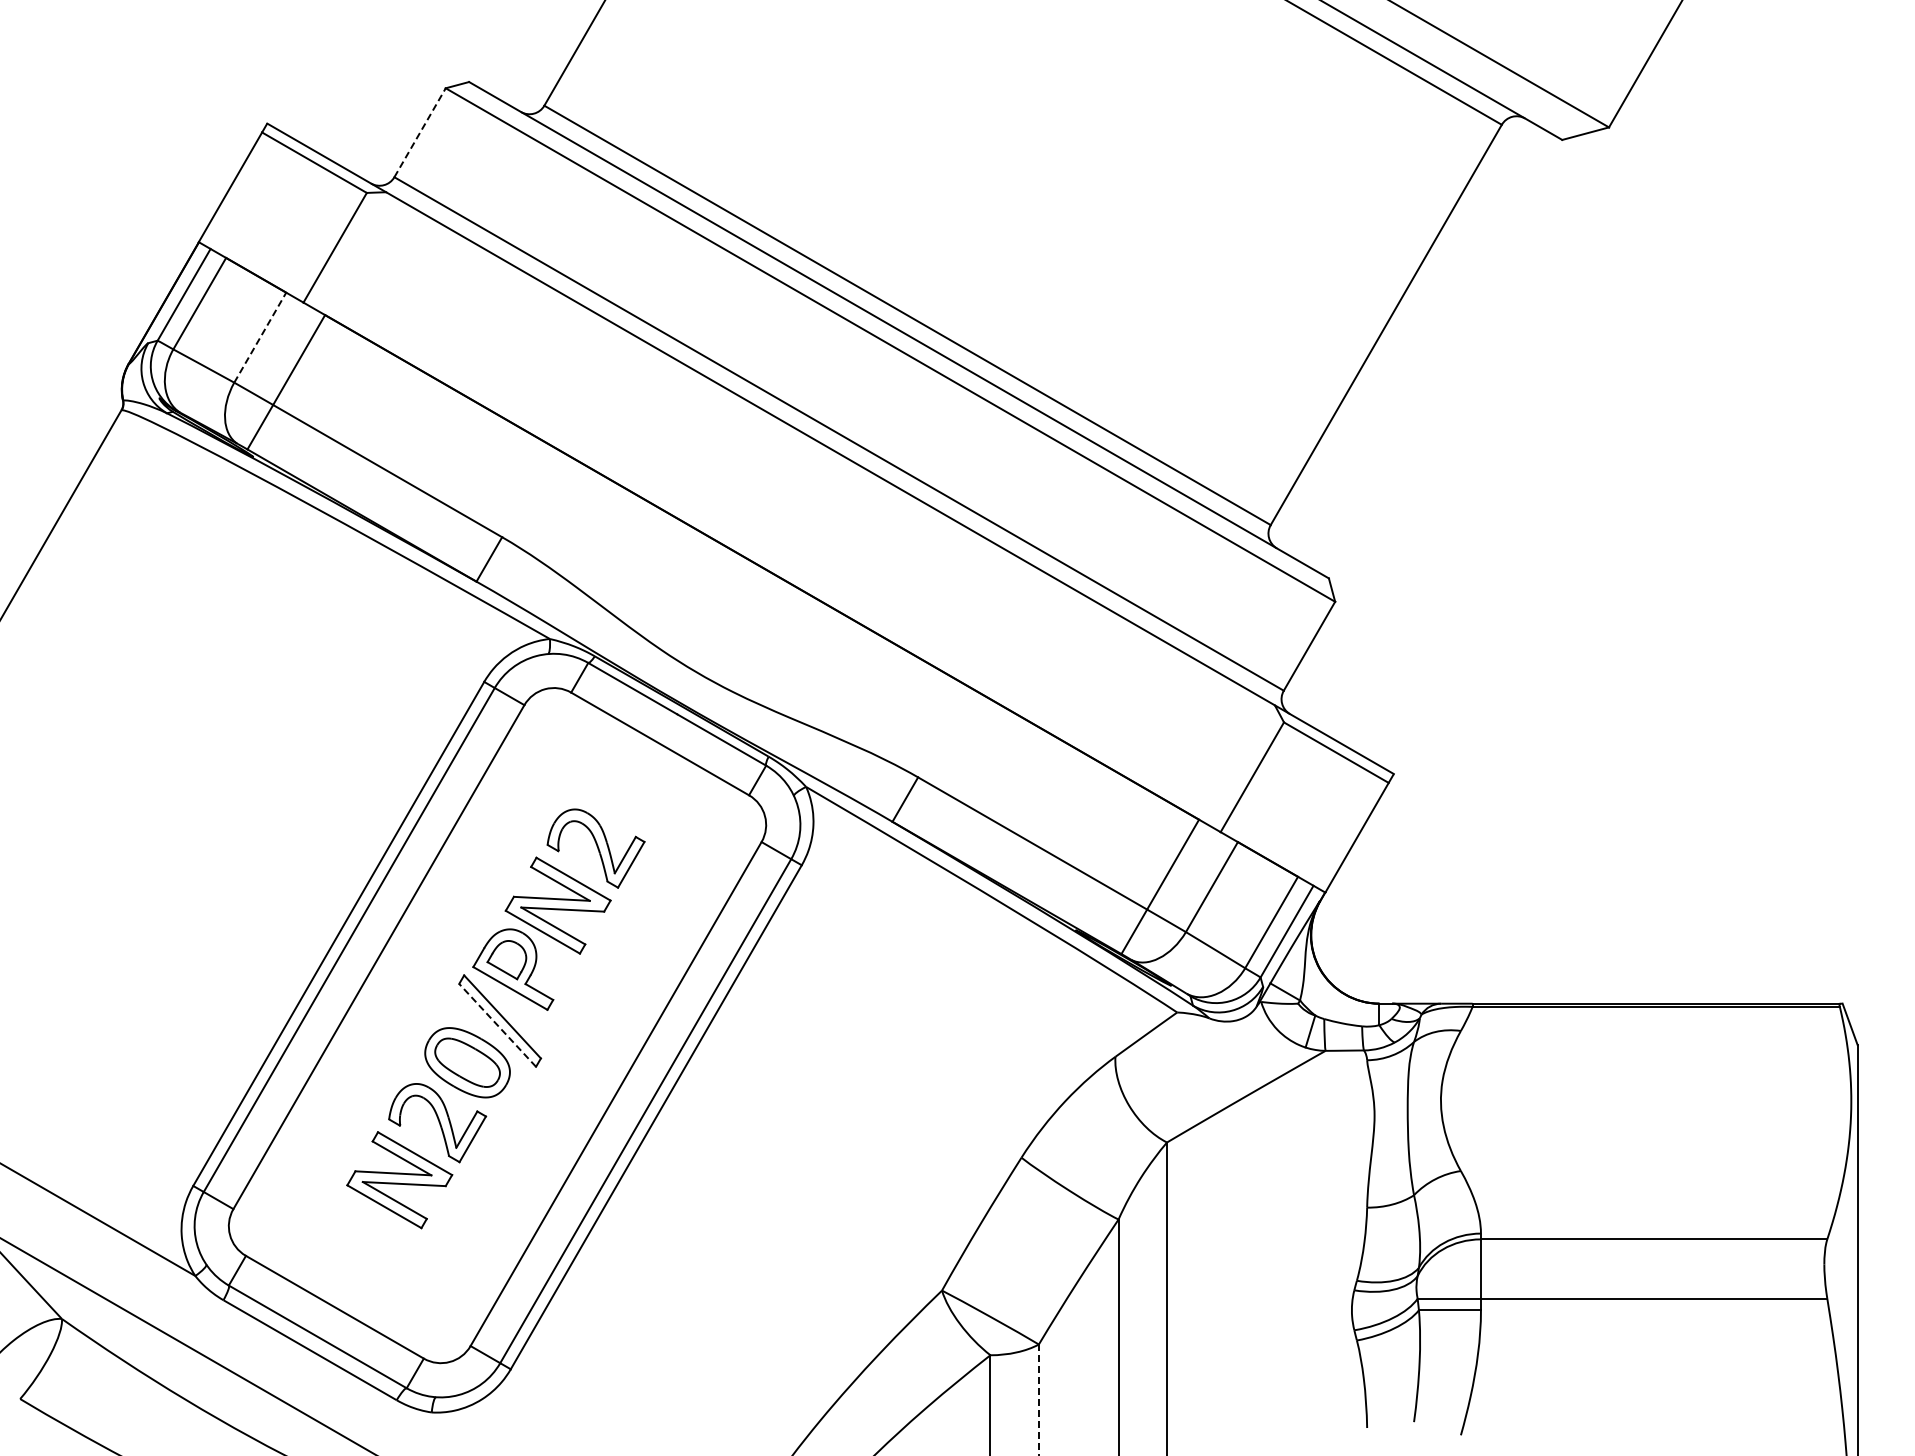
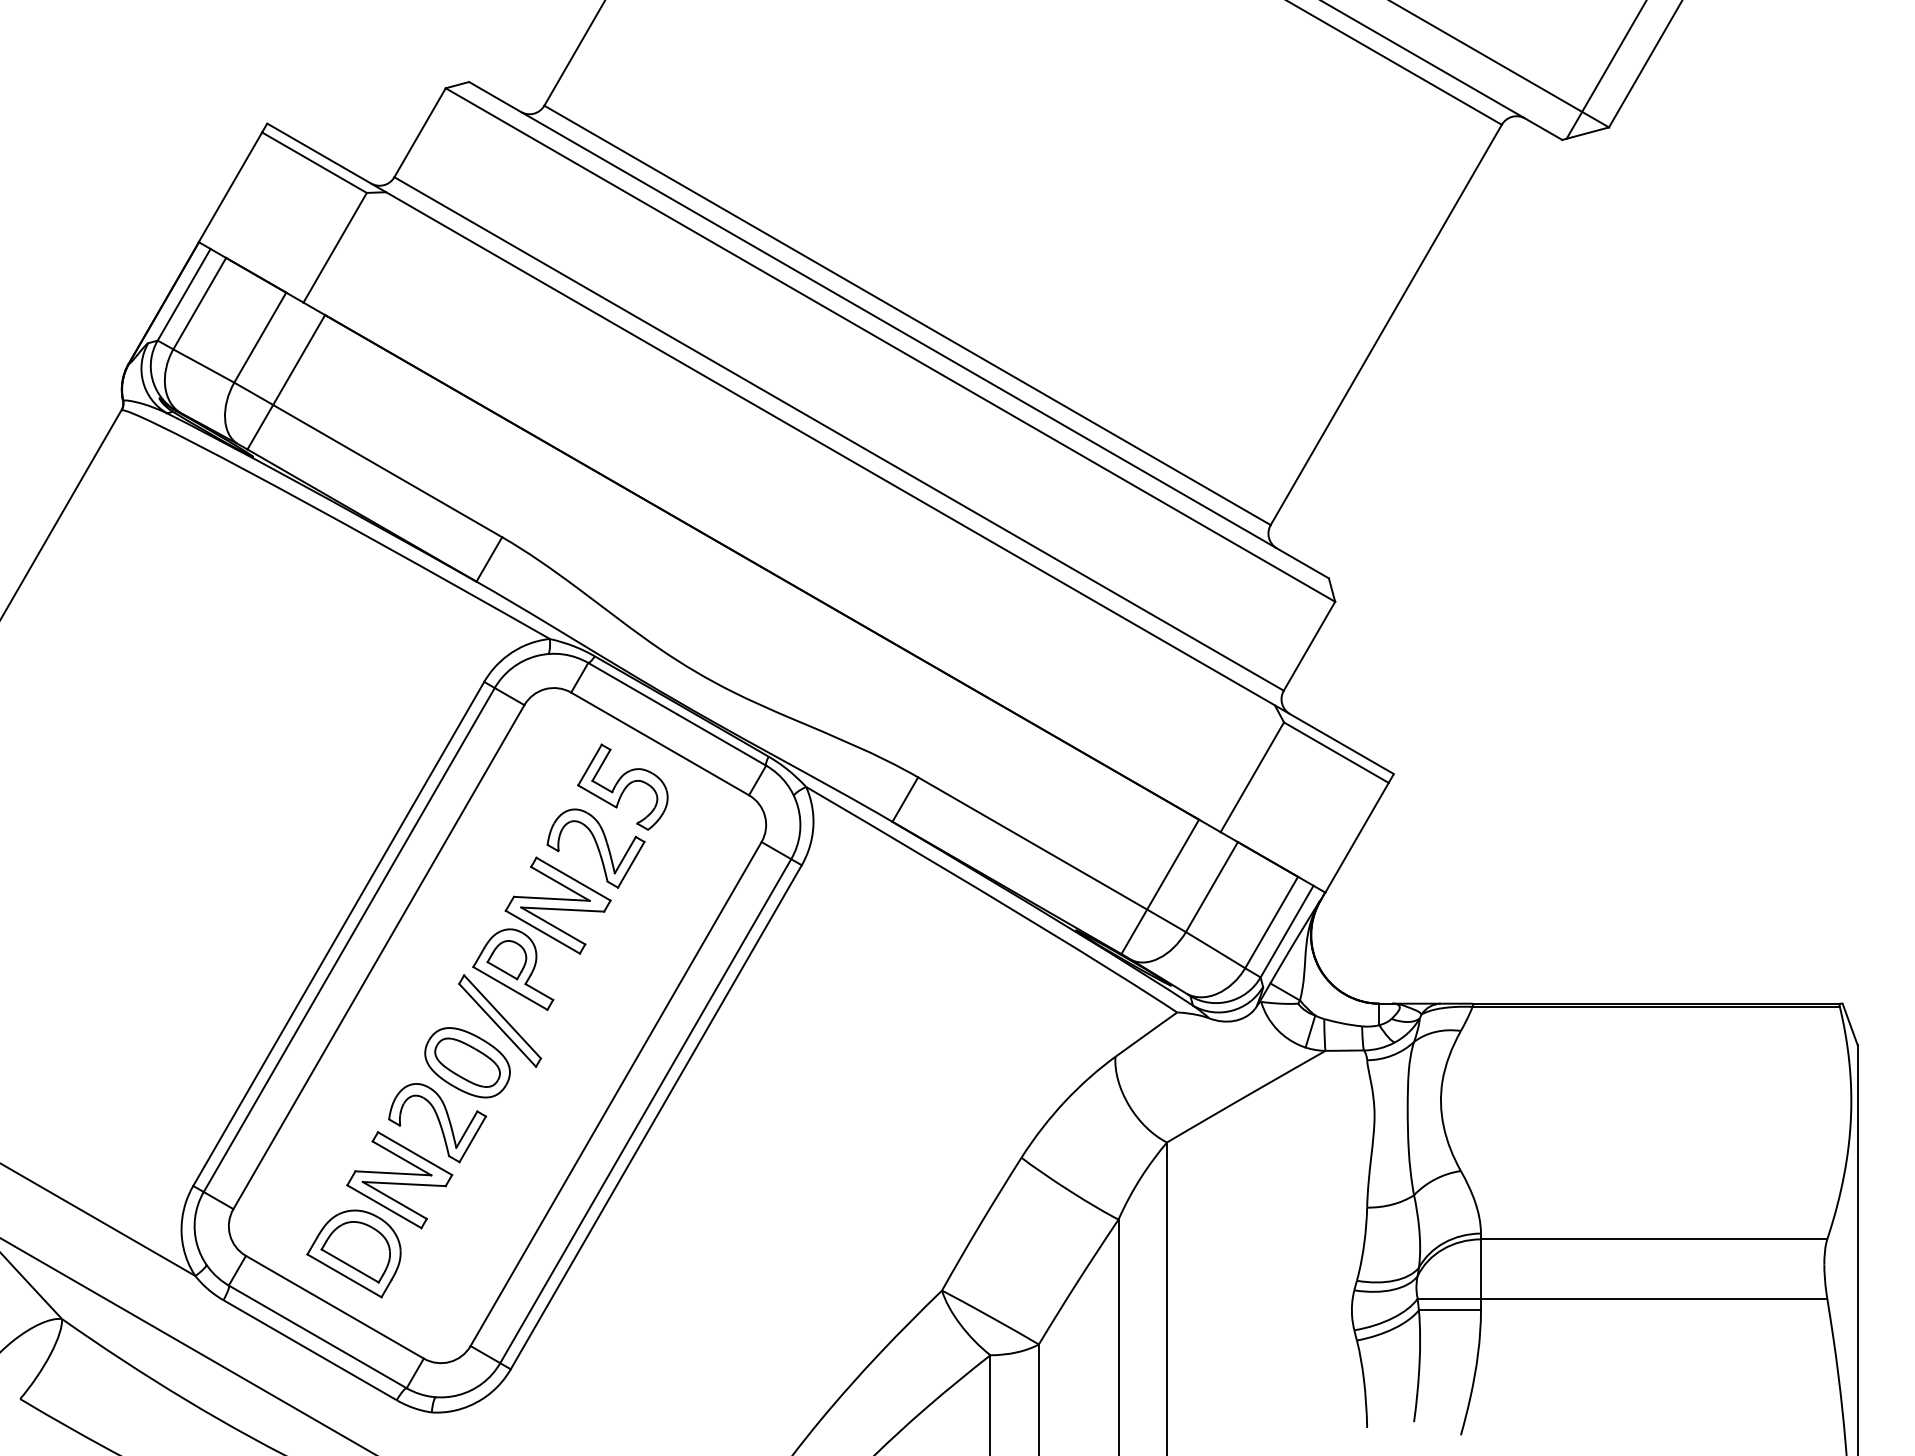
line at (1605, 70): none -> present
line at (420, 132): dashed -> solid
line at (260, 337): dashed -> solid
part at (622, 786): none -> present
line at (497, 1025): dashed -> solid
part at (353, 1253): none -> present
line at (1038, 1400): dashed -> solid
